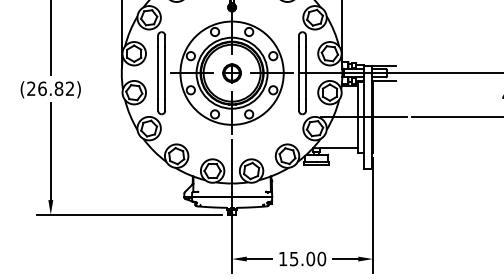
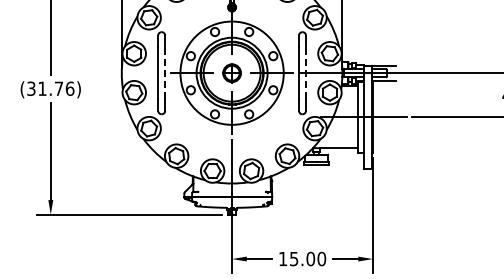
line at (165, 73): solid -> dashed
line at (306, 73): solid -> dashed
text at (50, 88): (26.82) -> (31.76)
